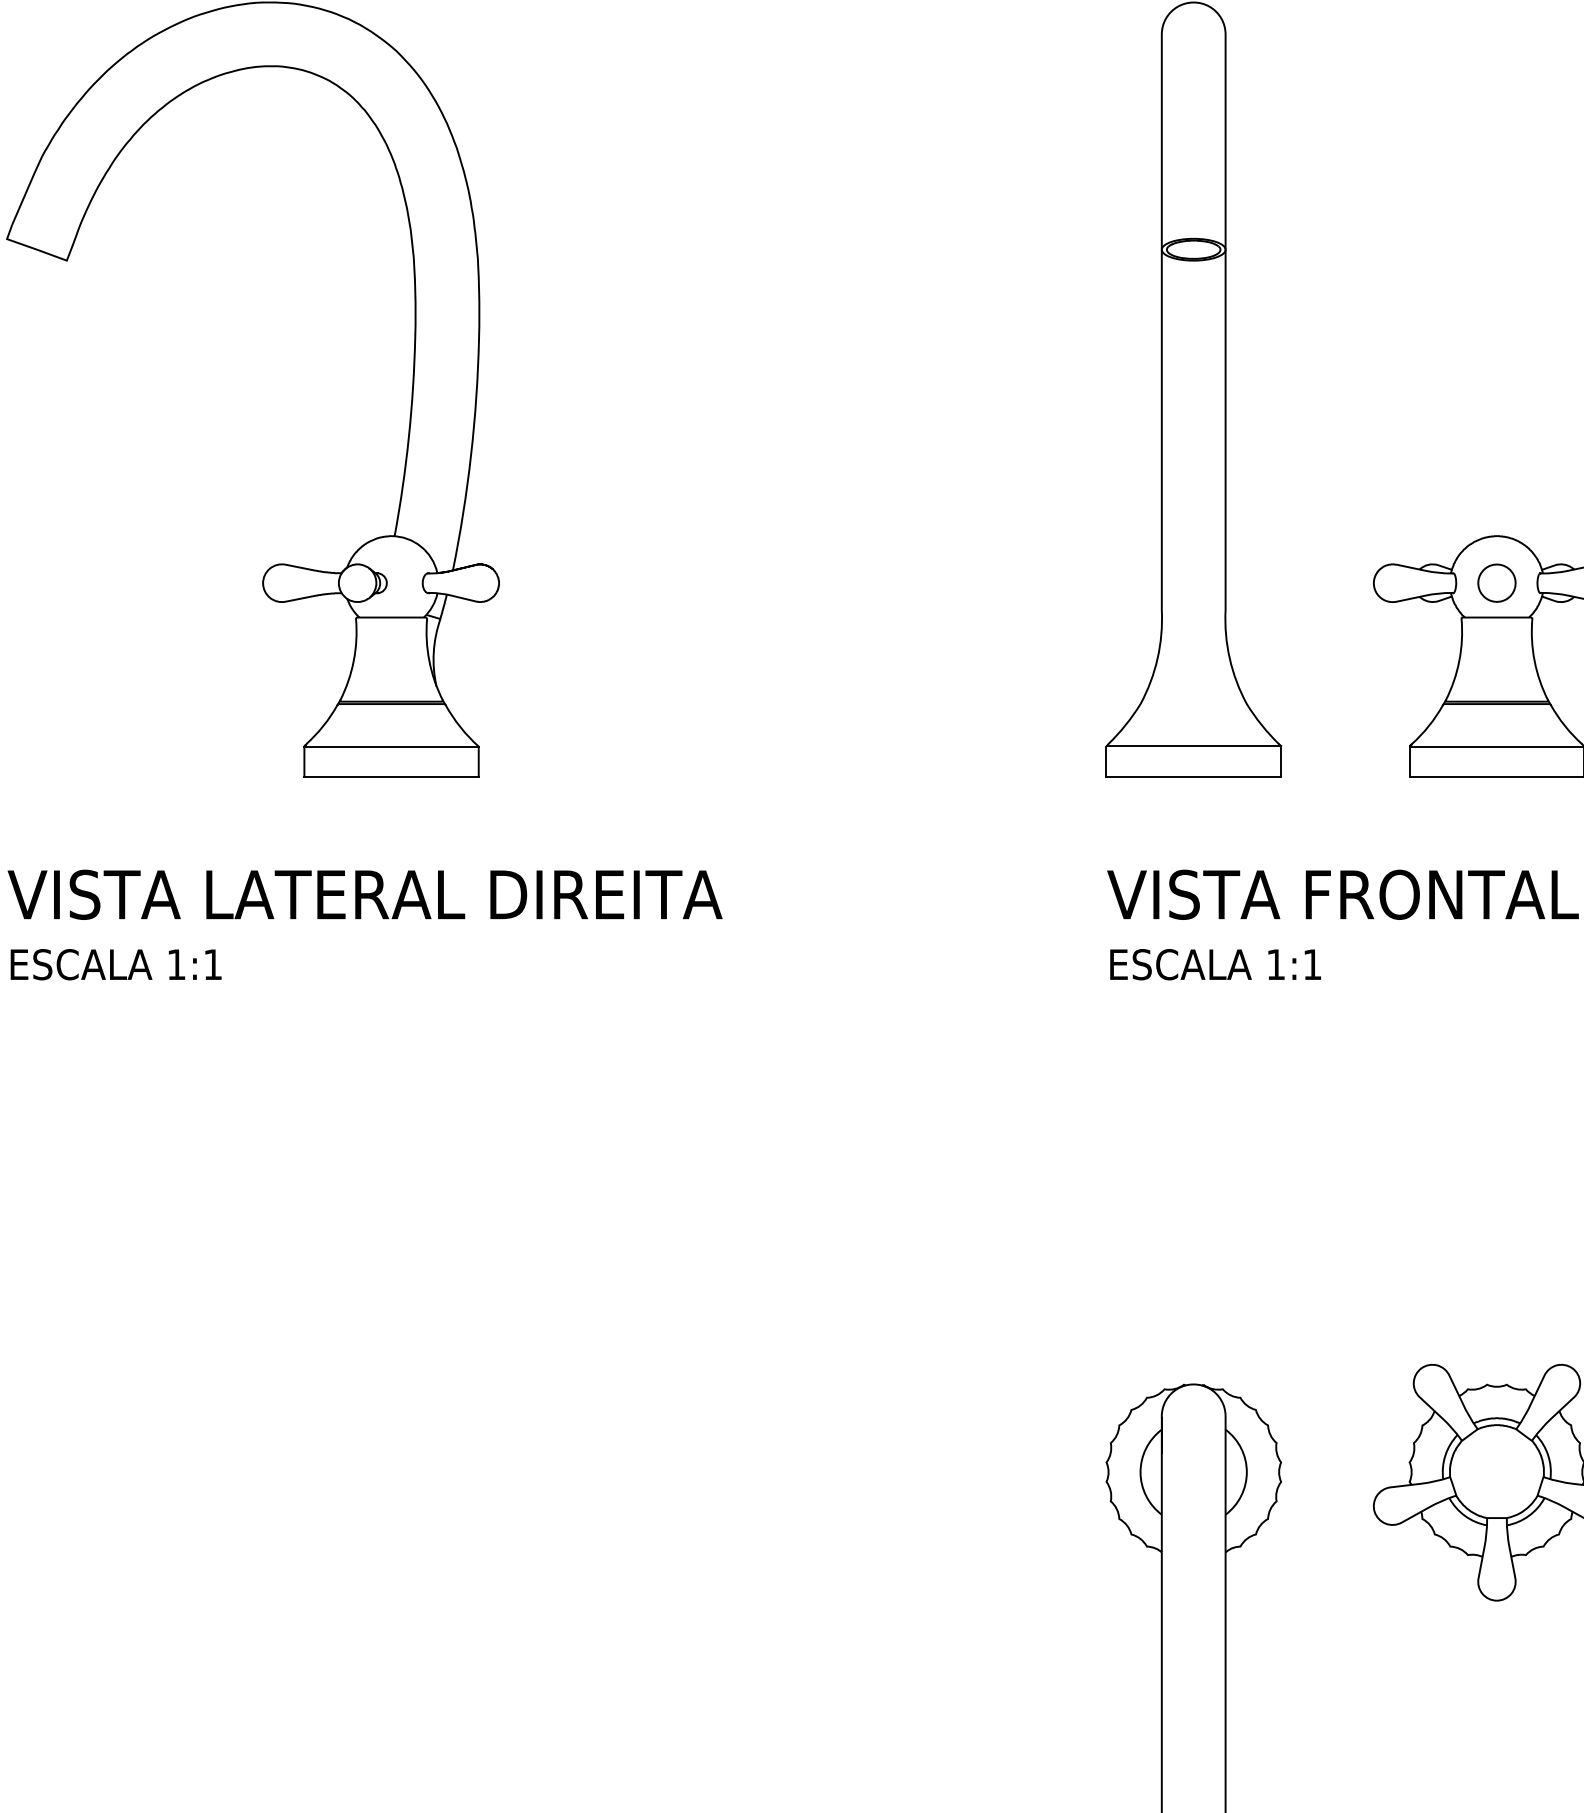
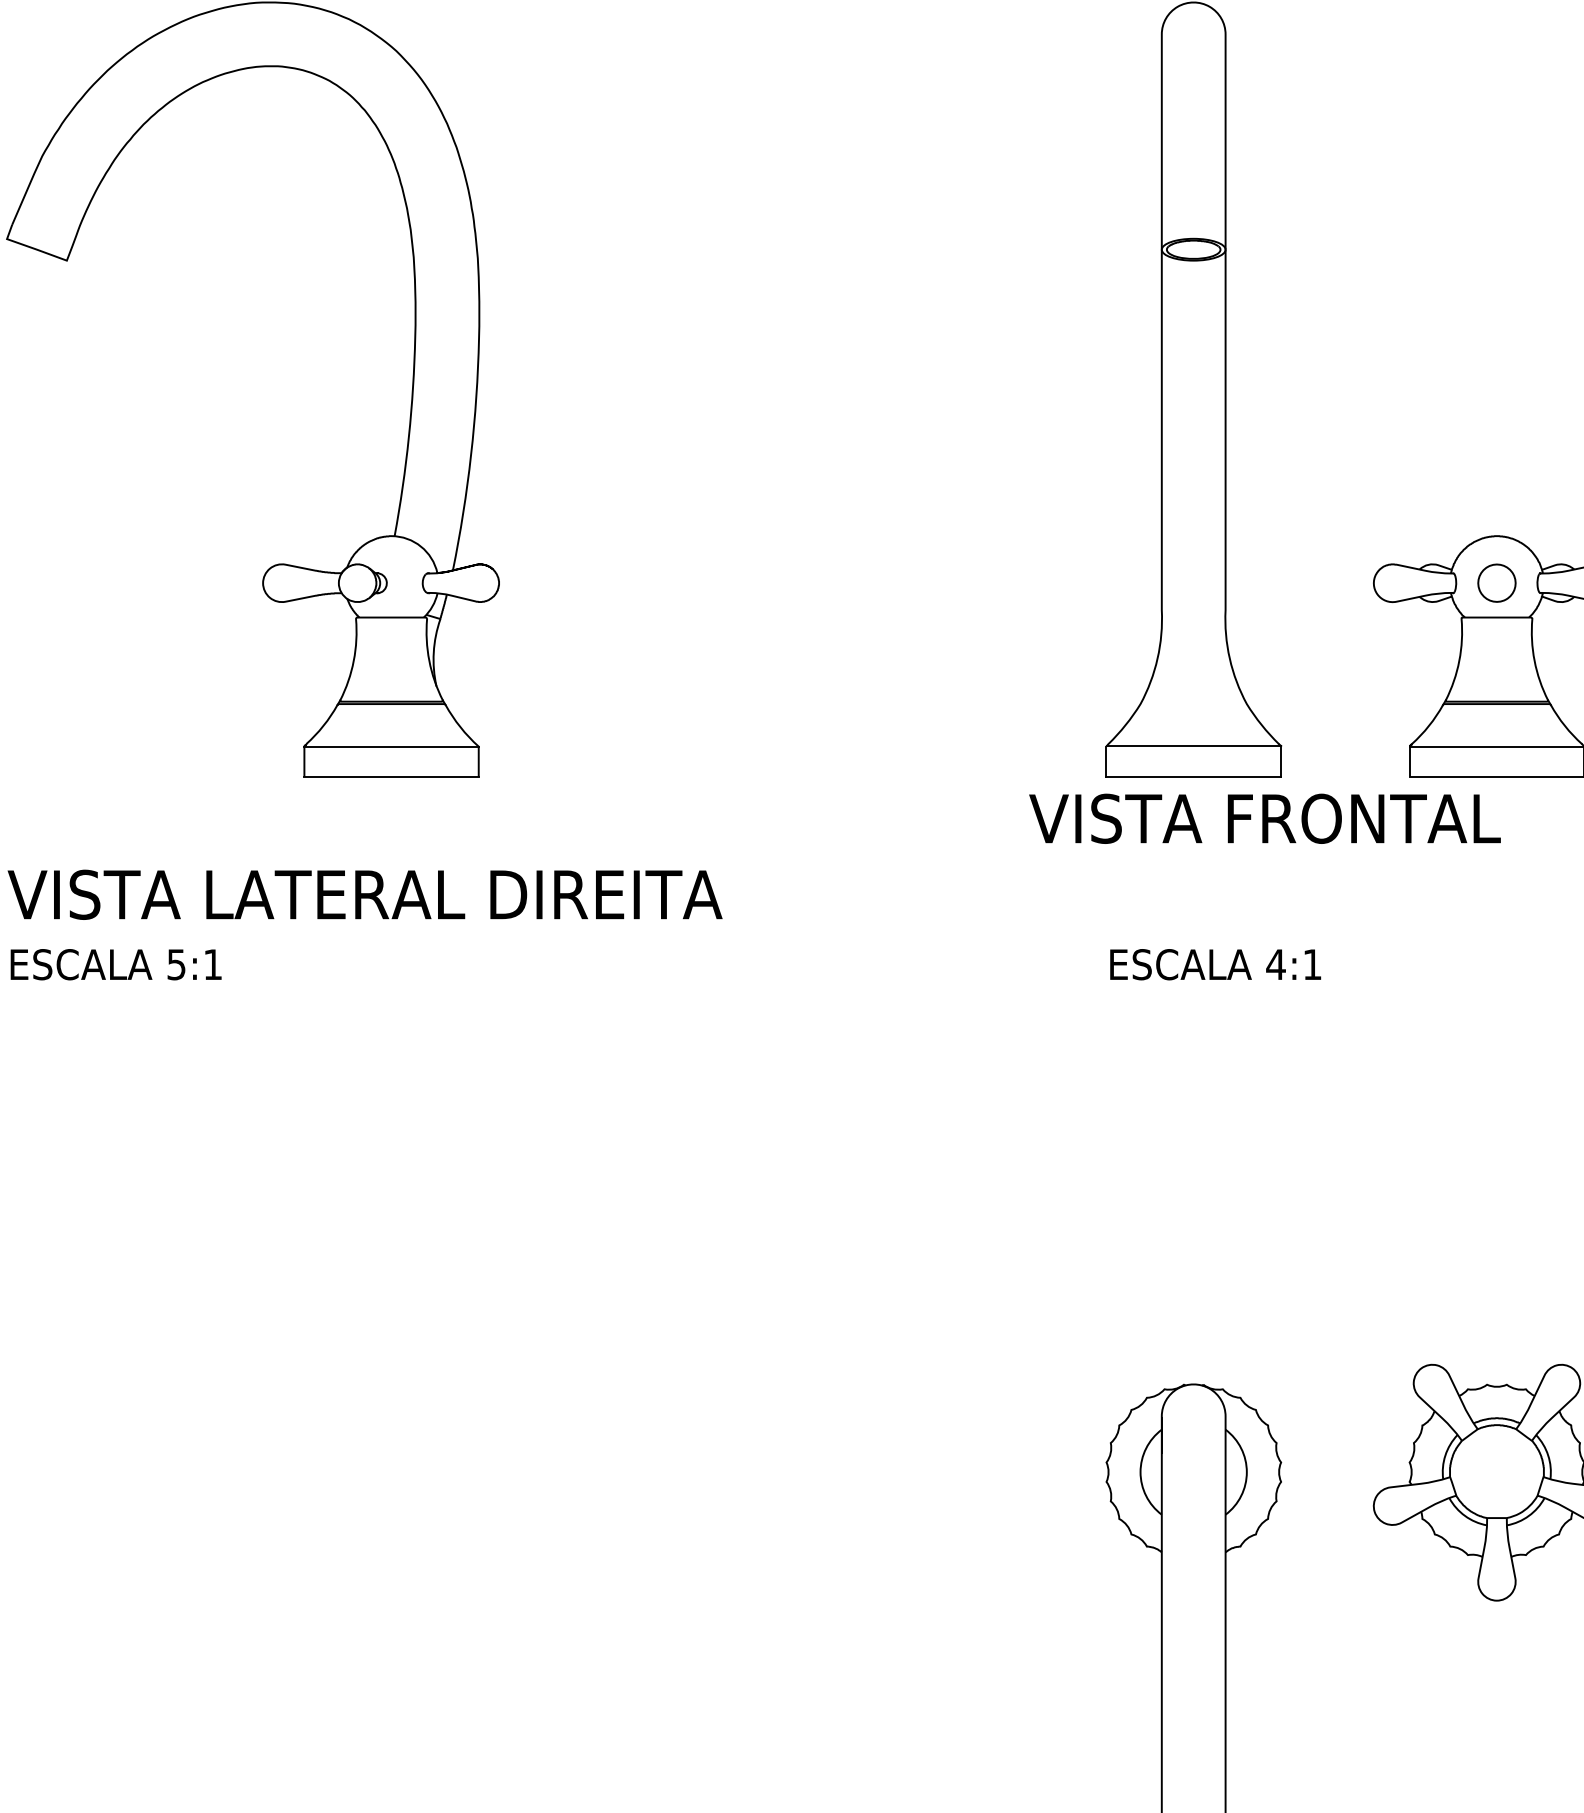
text at (1342, 894) position: (1342, 894) -> (1264, 818)
text at (176, 964): 1:1 -> 5:1
text at (1275, 964): 1:1 -> 4:1
